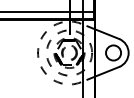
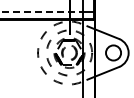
line at (41, 12): solid -> dashed
